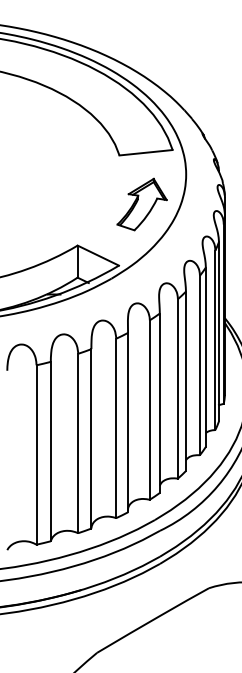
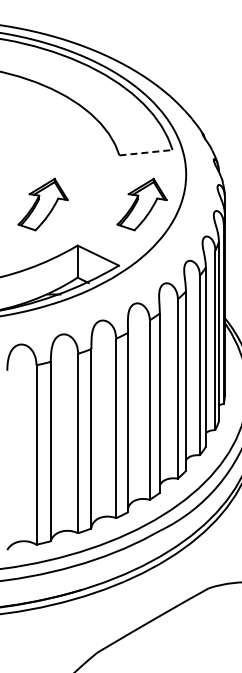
line at (146, 152): solid -> dashed
part at (42, 204): none -> present
